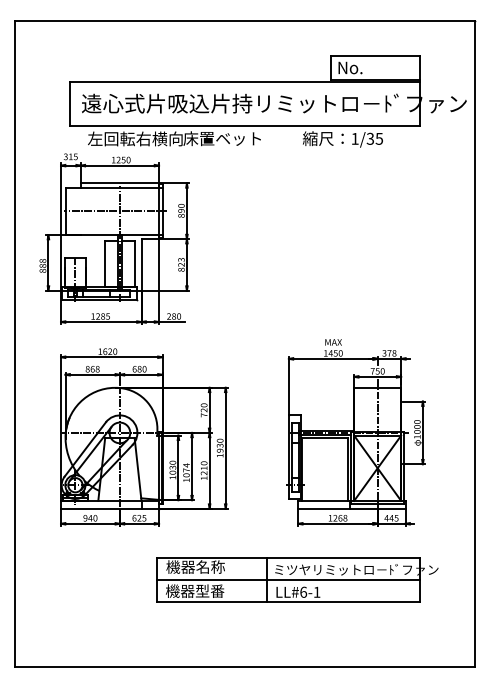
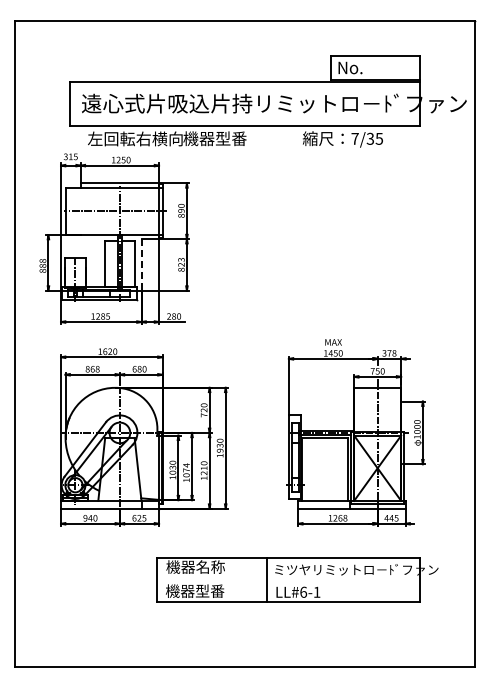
text at (221, 138): 床置ベット -> 機器型番
text at (354, 138): 1/35 -> 7/35
line at (141, 264): solid -> dashed
line at (288, 579): present -> none
